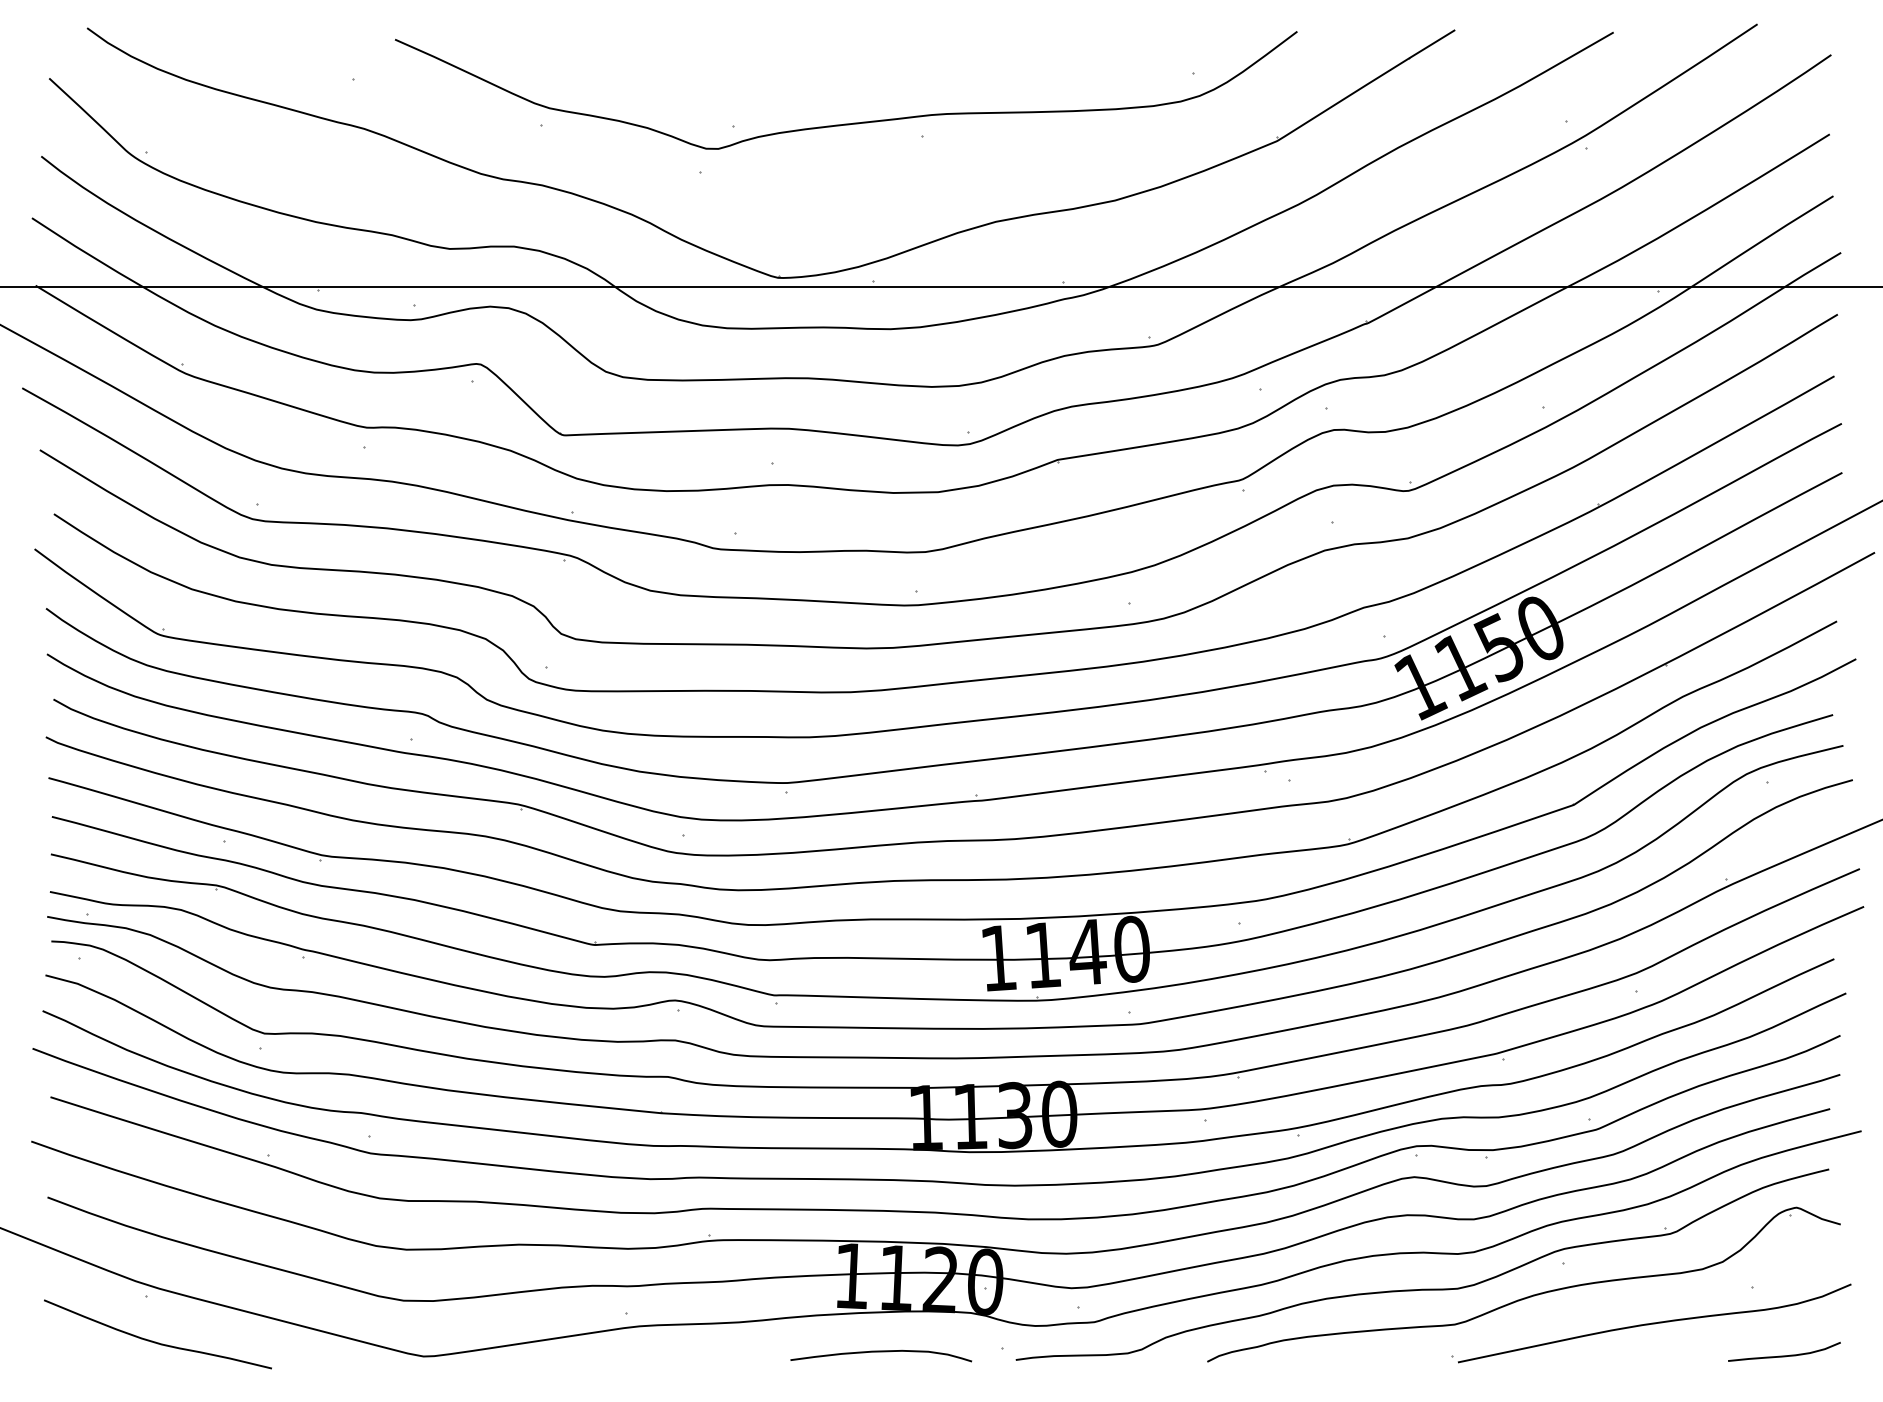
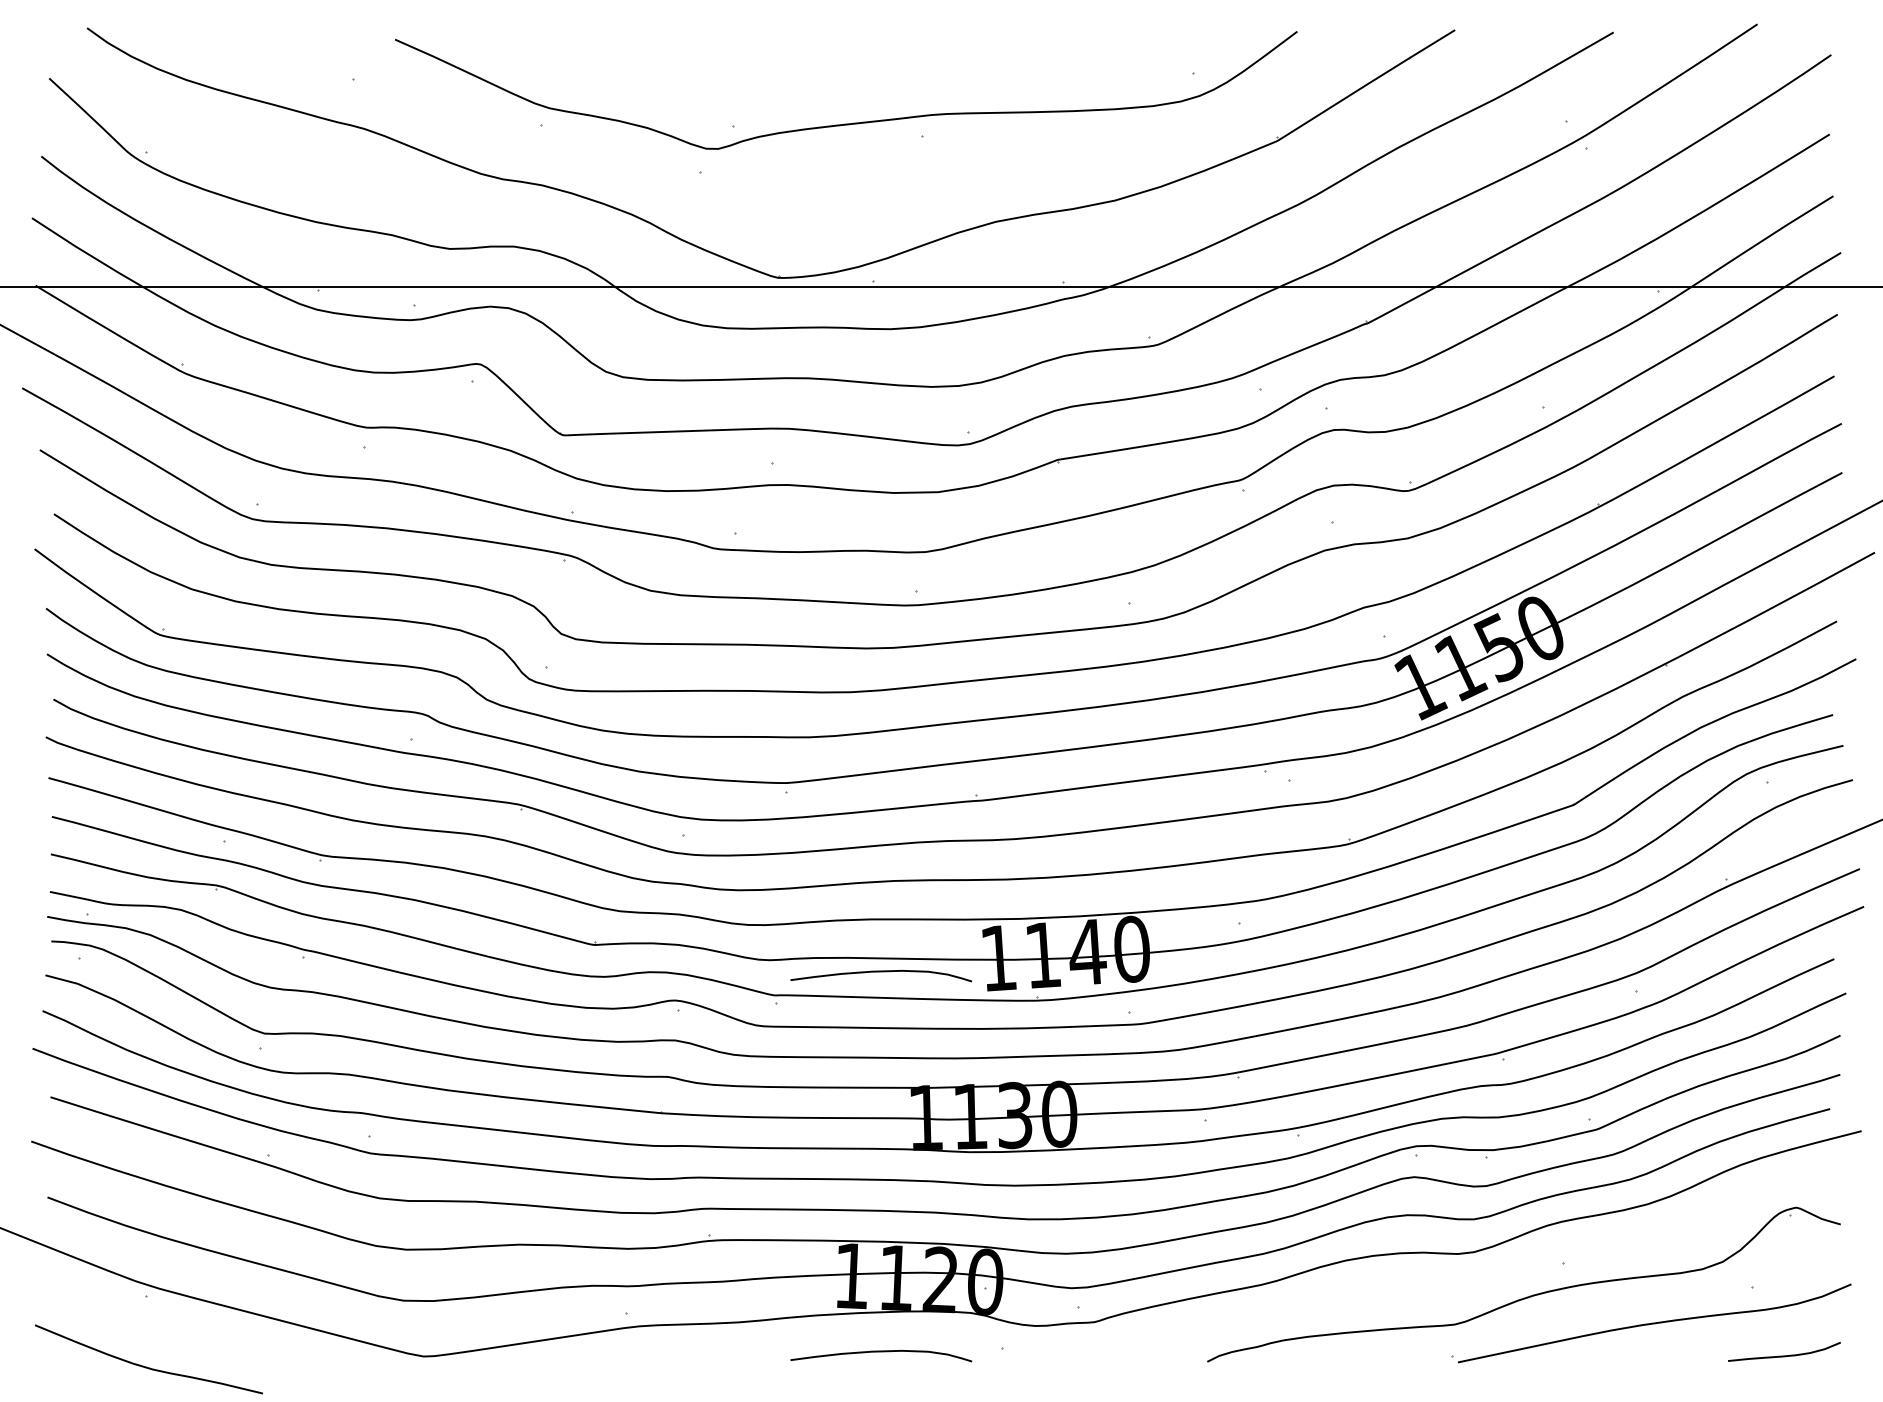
curve at (881, 972): none -> present
part at (1422, 1288): present -> none
curve at (155, 1341) position: (155, 1341) -> (146, 1366)
